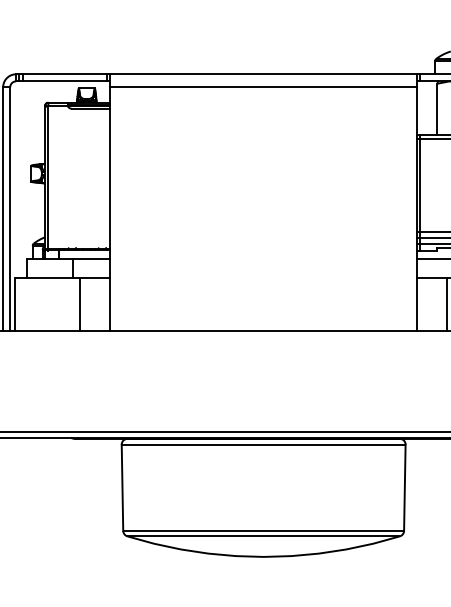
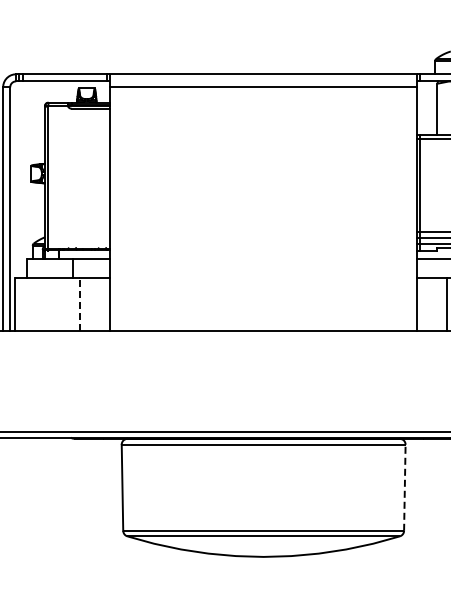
line at (79, 304): solid -> dashed
line at (404, 487): solid -> dashed
